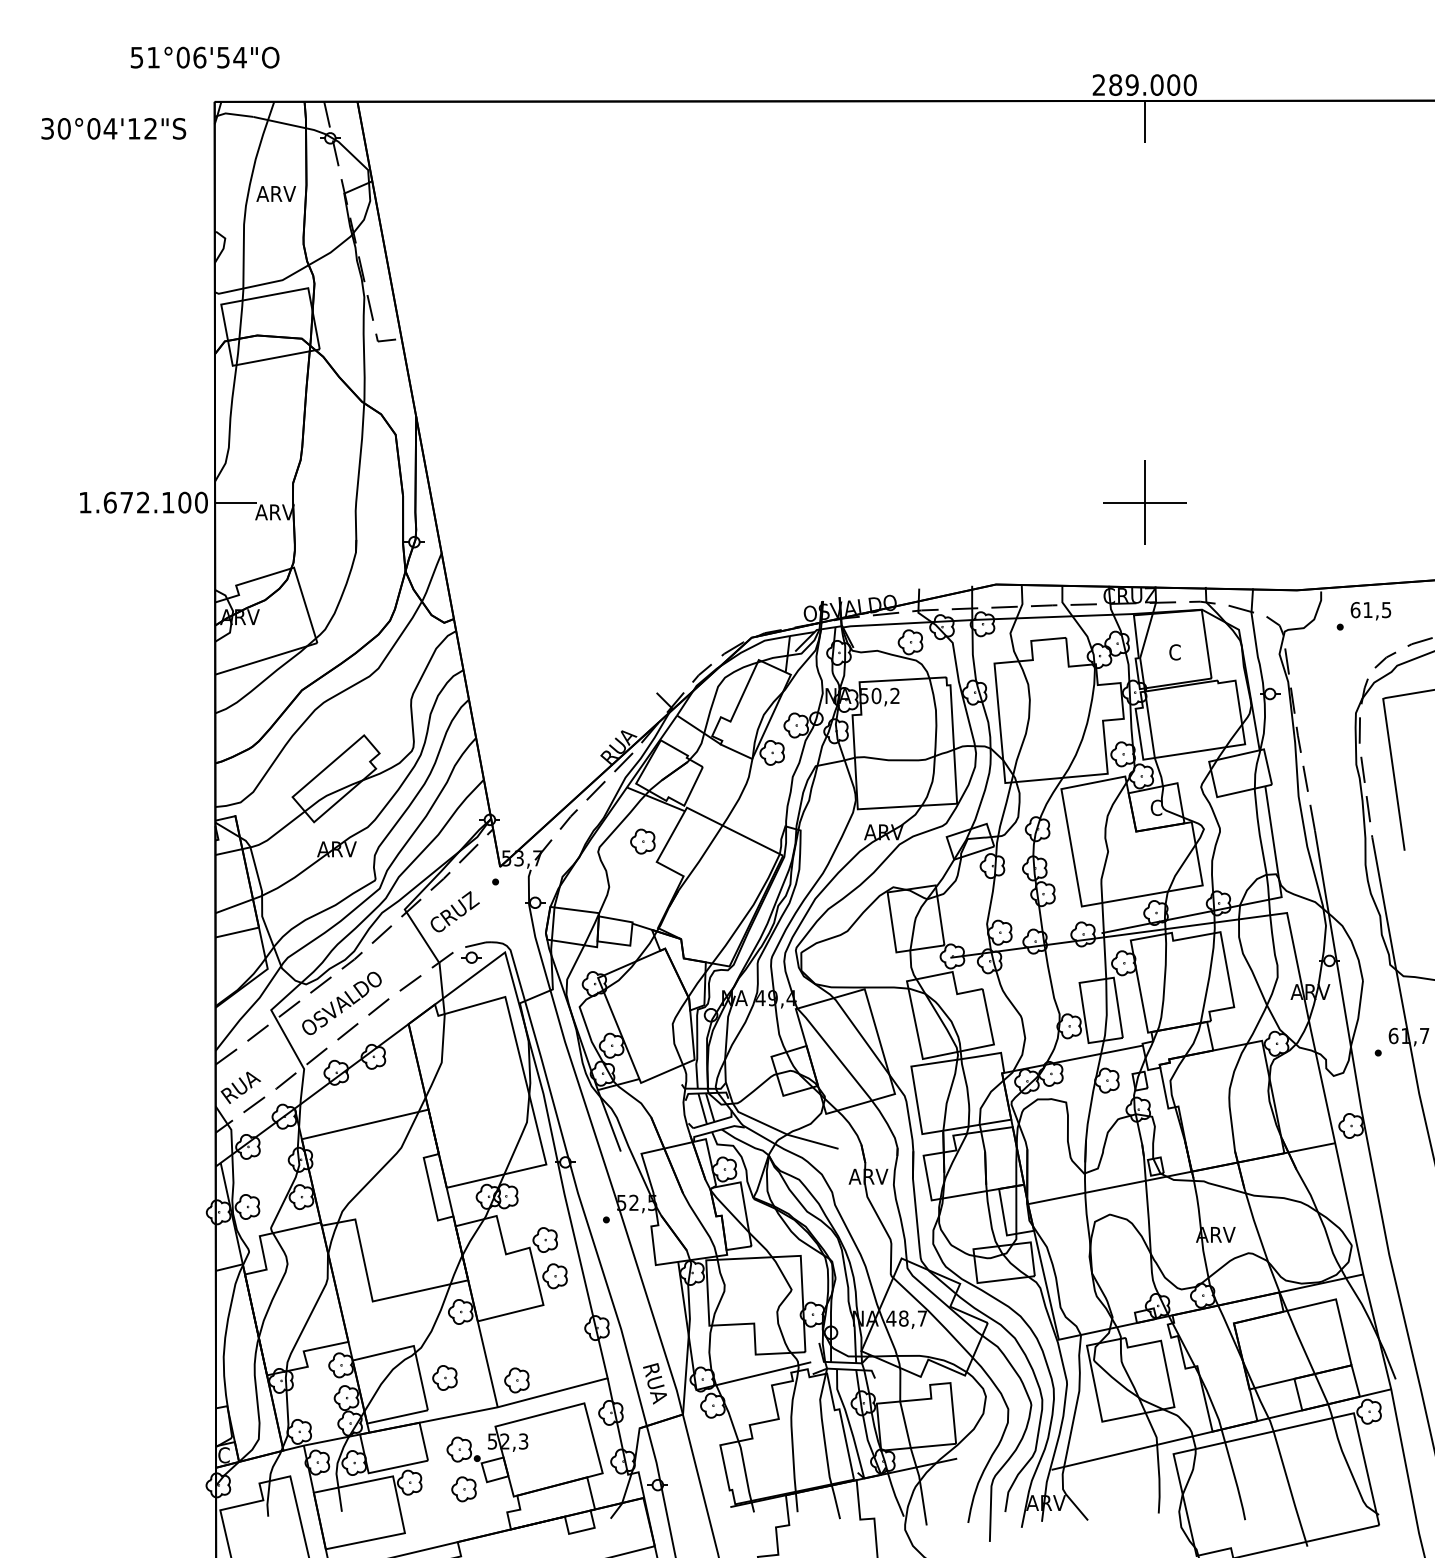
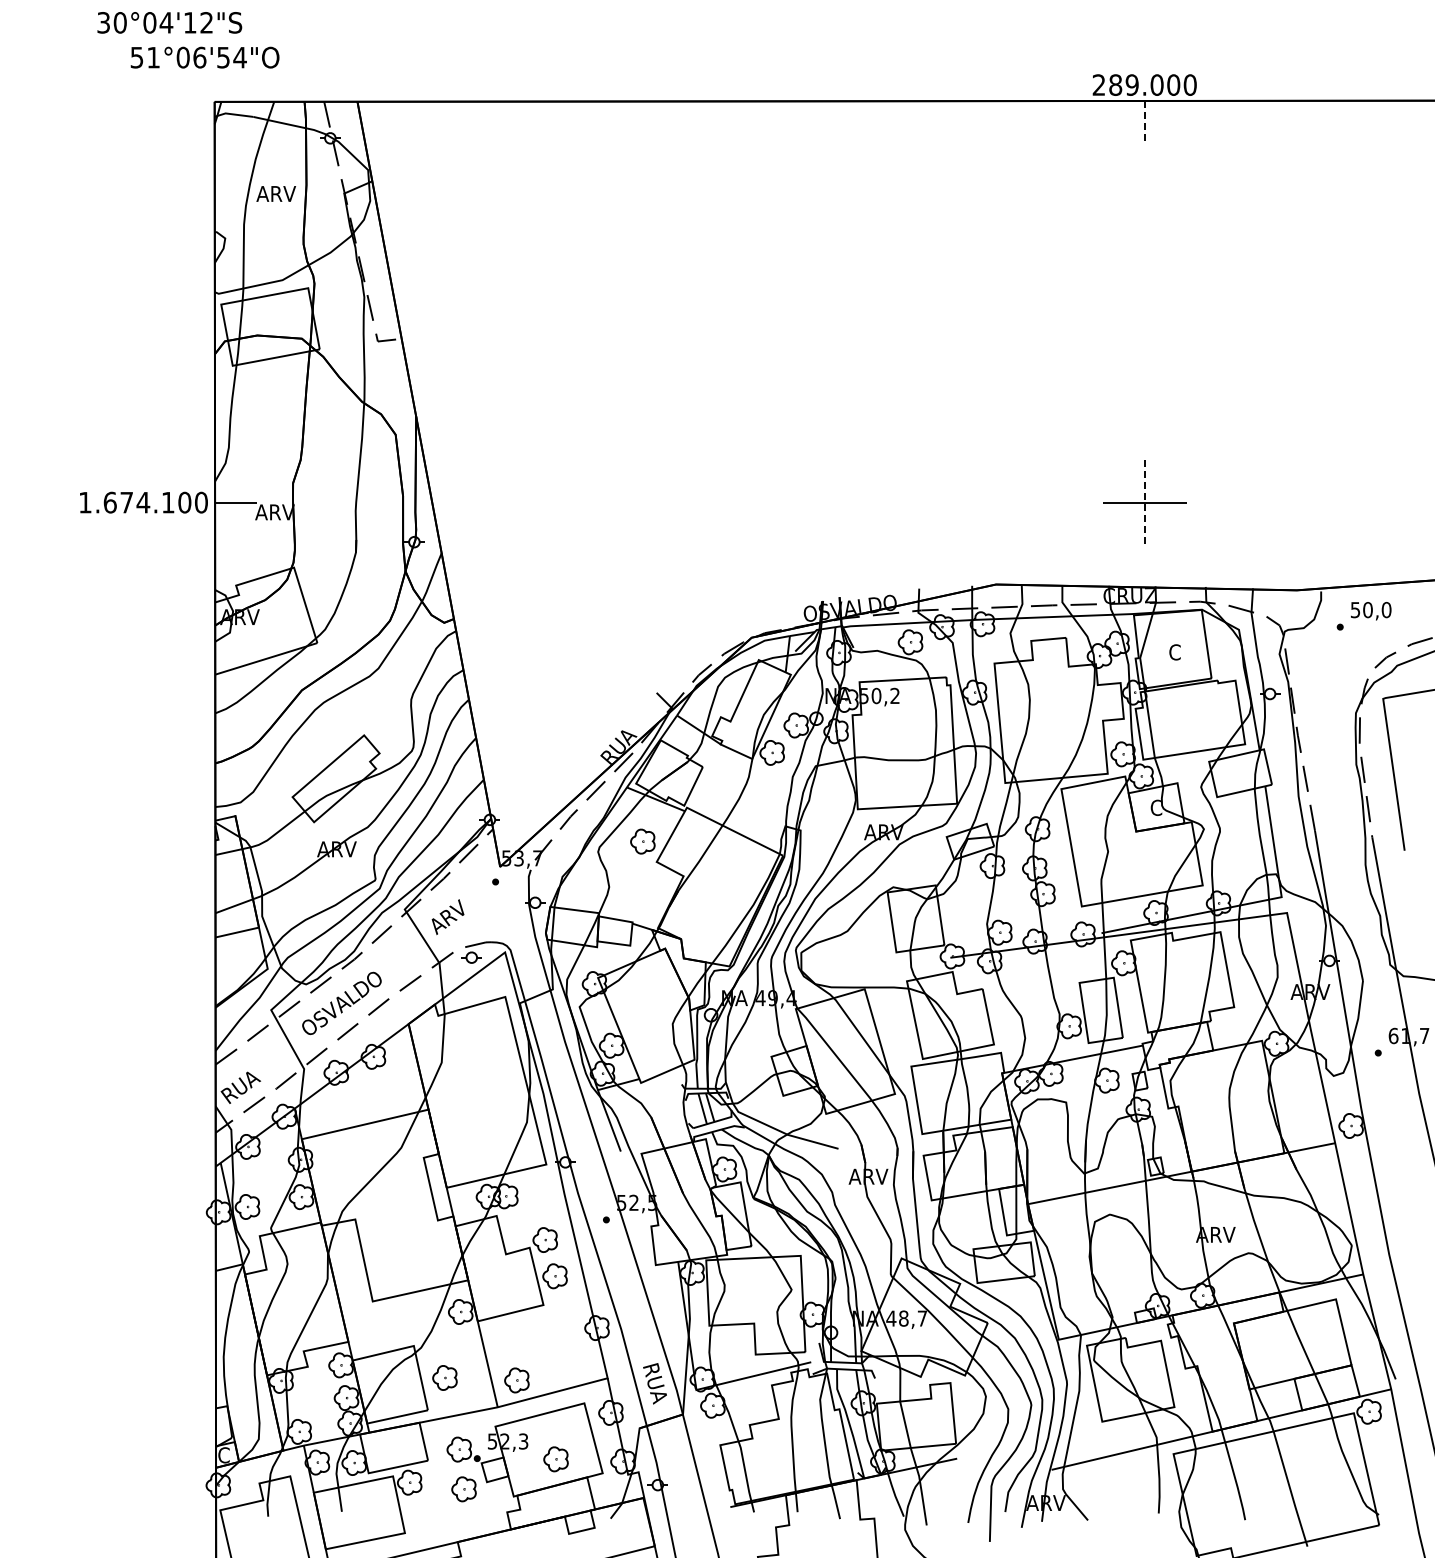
line at (1144, 122): solid -> dashed
text at (113, 128) position: (113, 128) -> (169, 22)
text at (143, 502): 1.672.100 -> 1.674.100
line at (1144, 503): solid -> dashed
text at (1370, 609): 61,5 -> 50,0
text at (454, 913): CRUZ -> ARV
part at (555, 1459): none -> present
